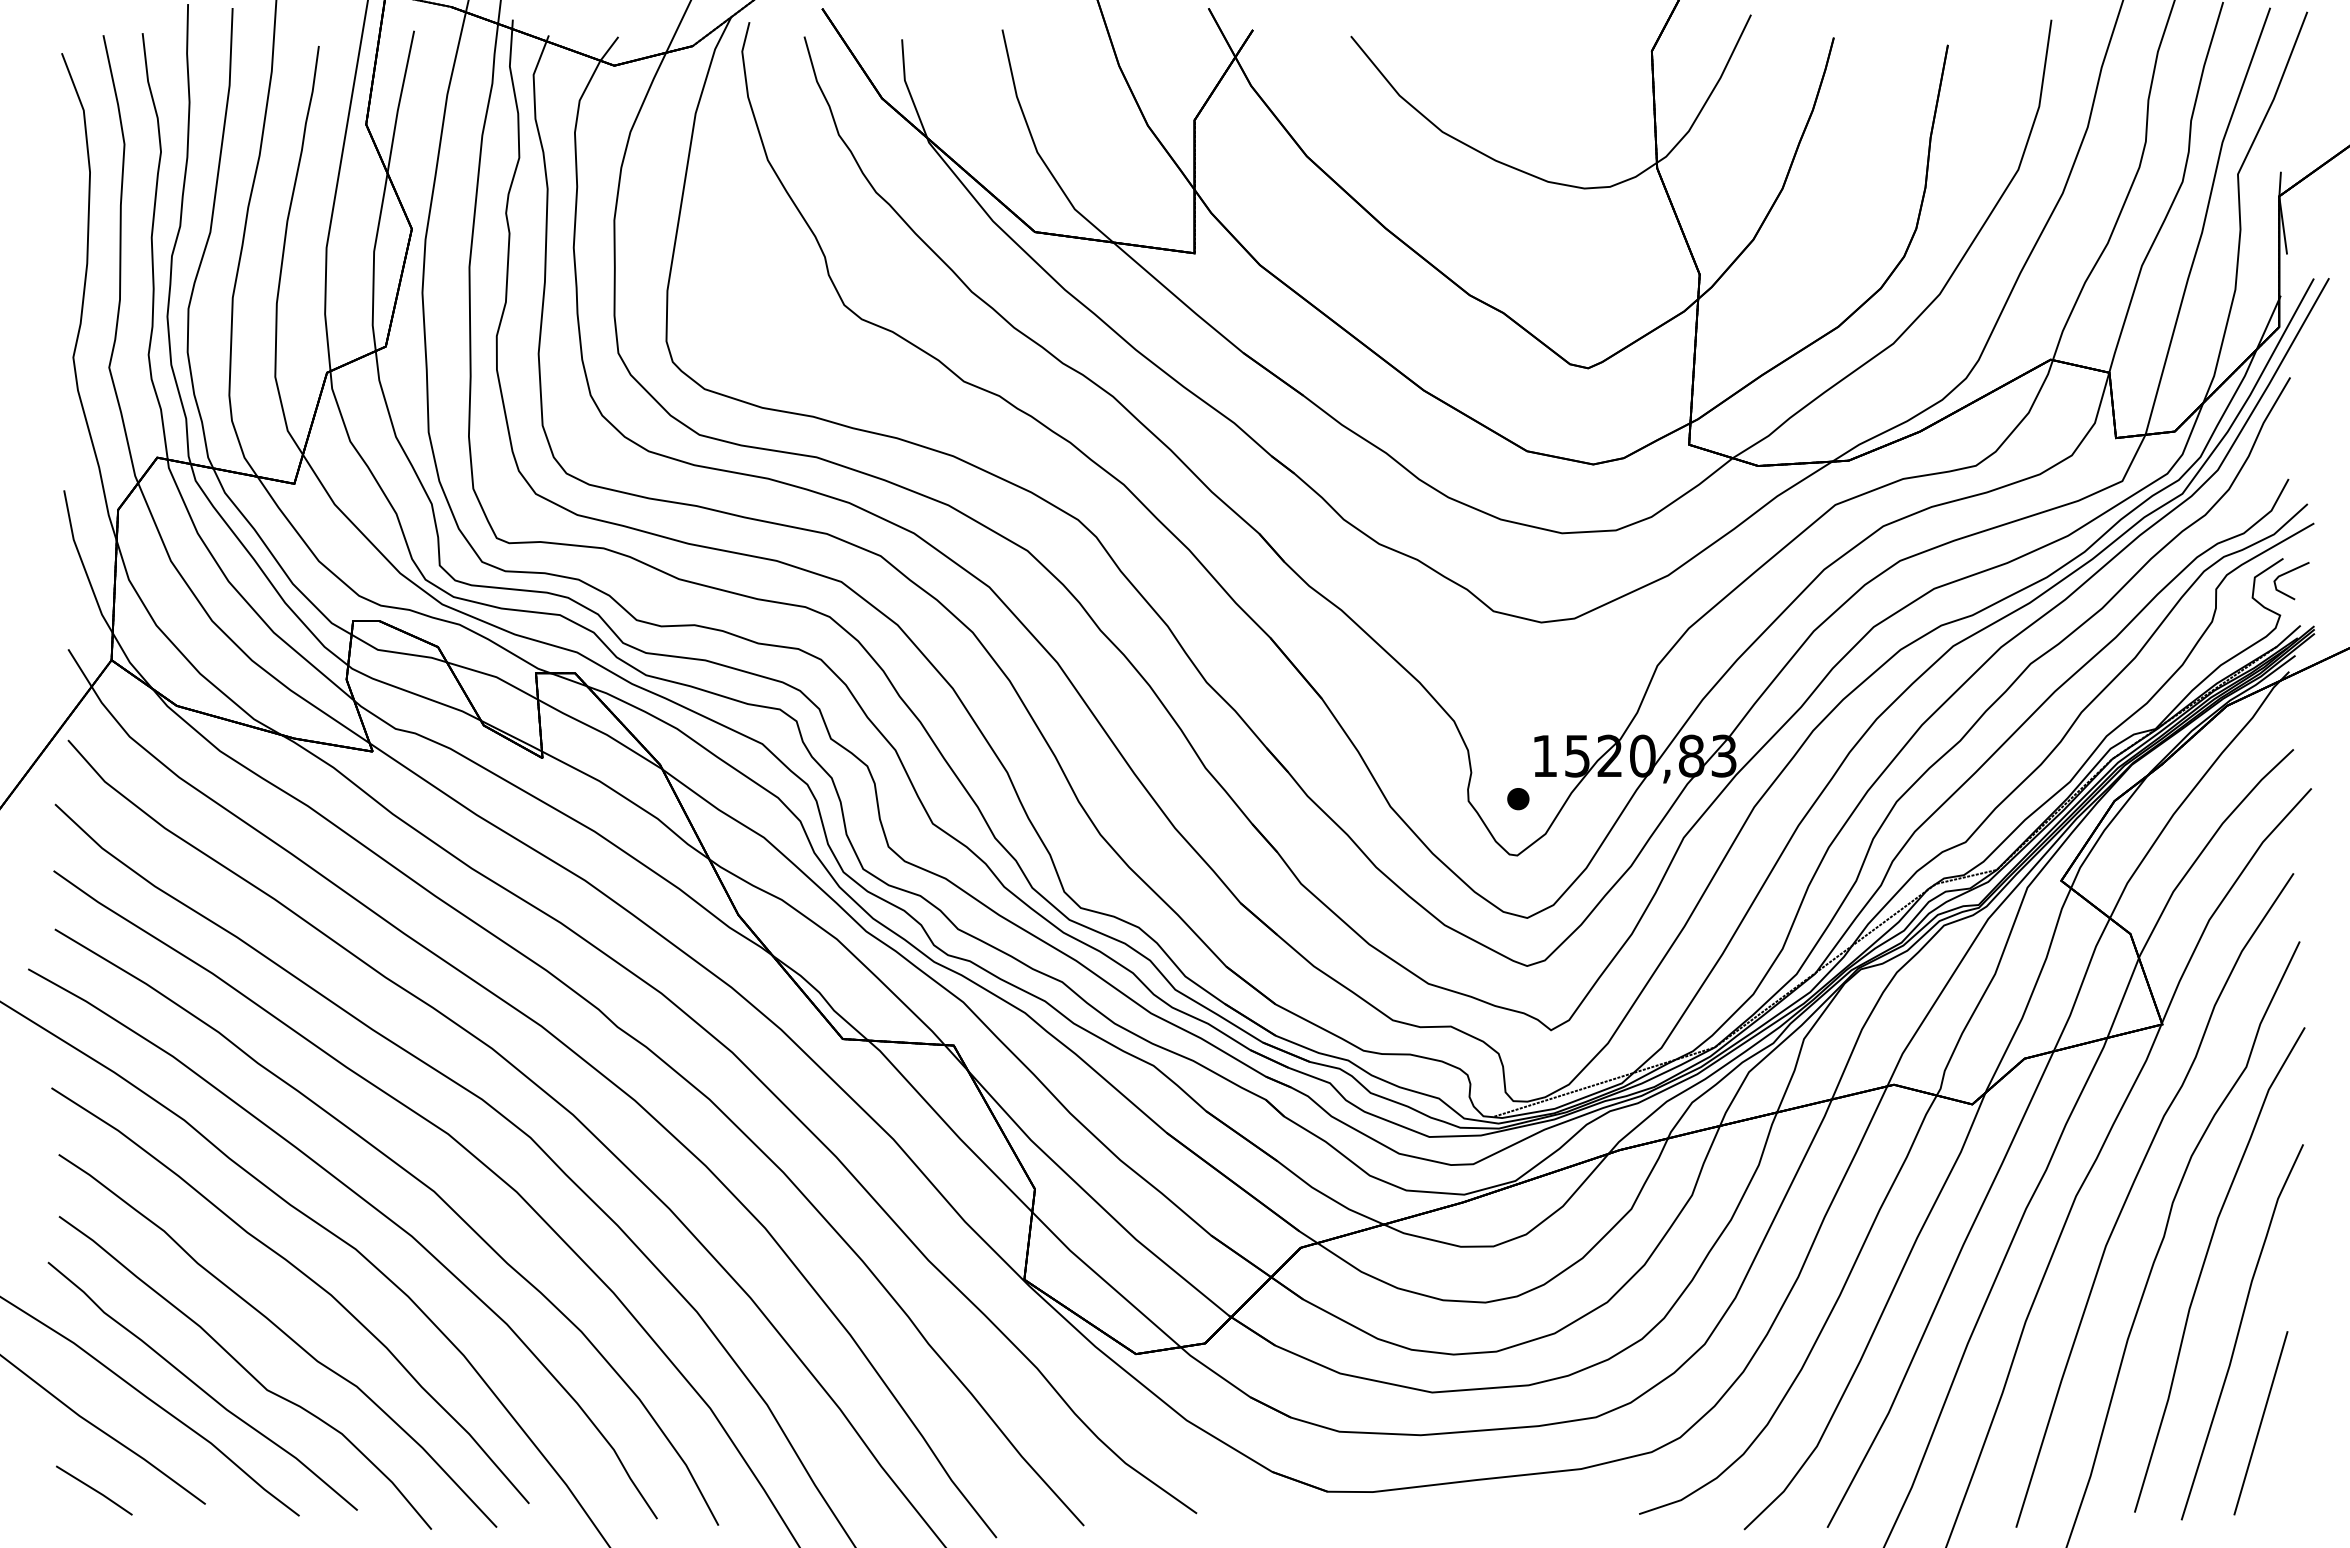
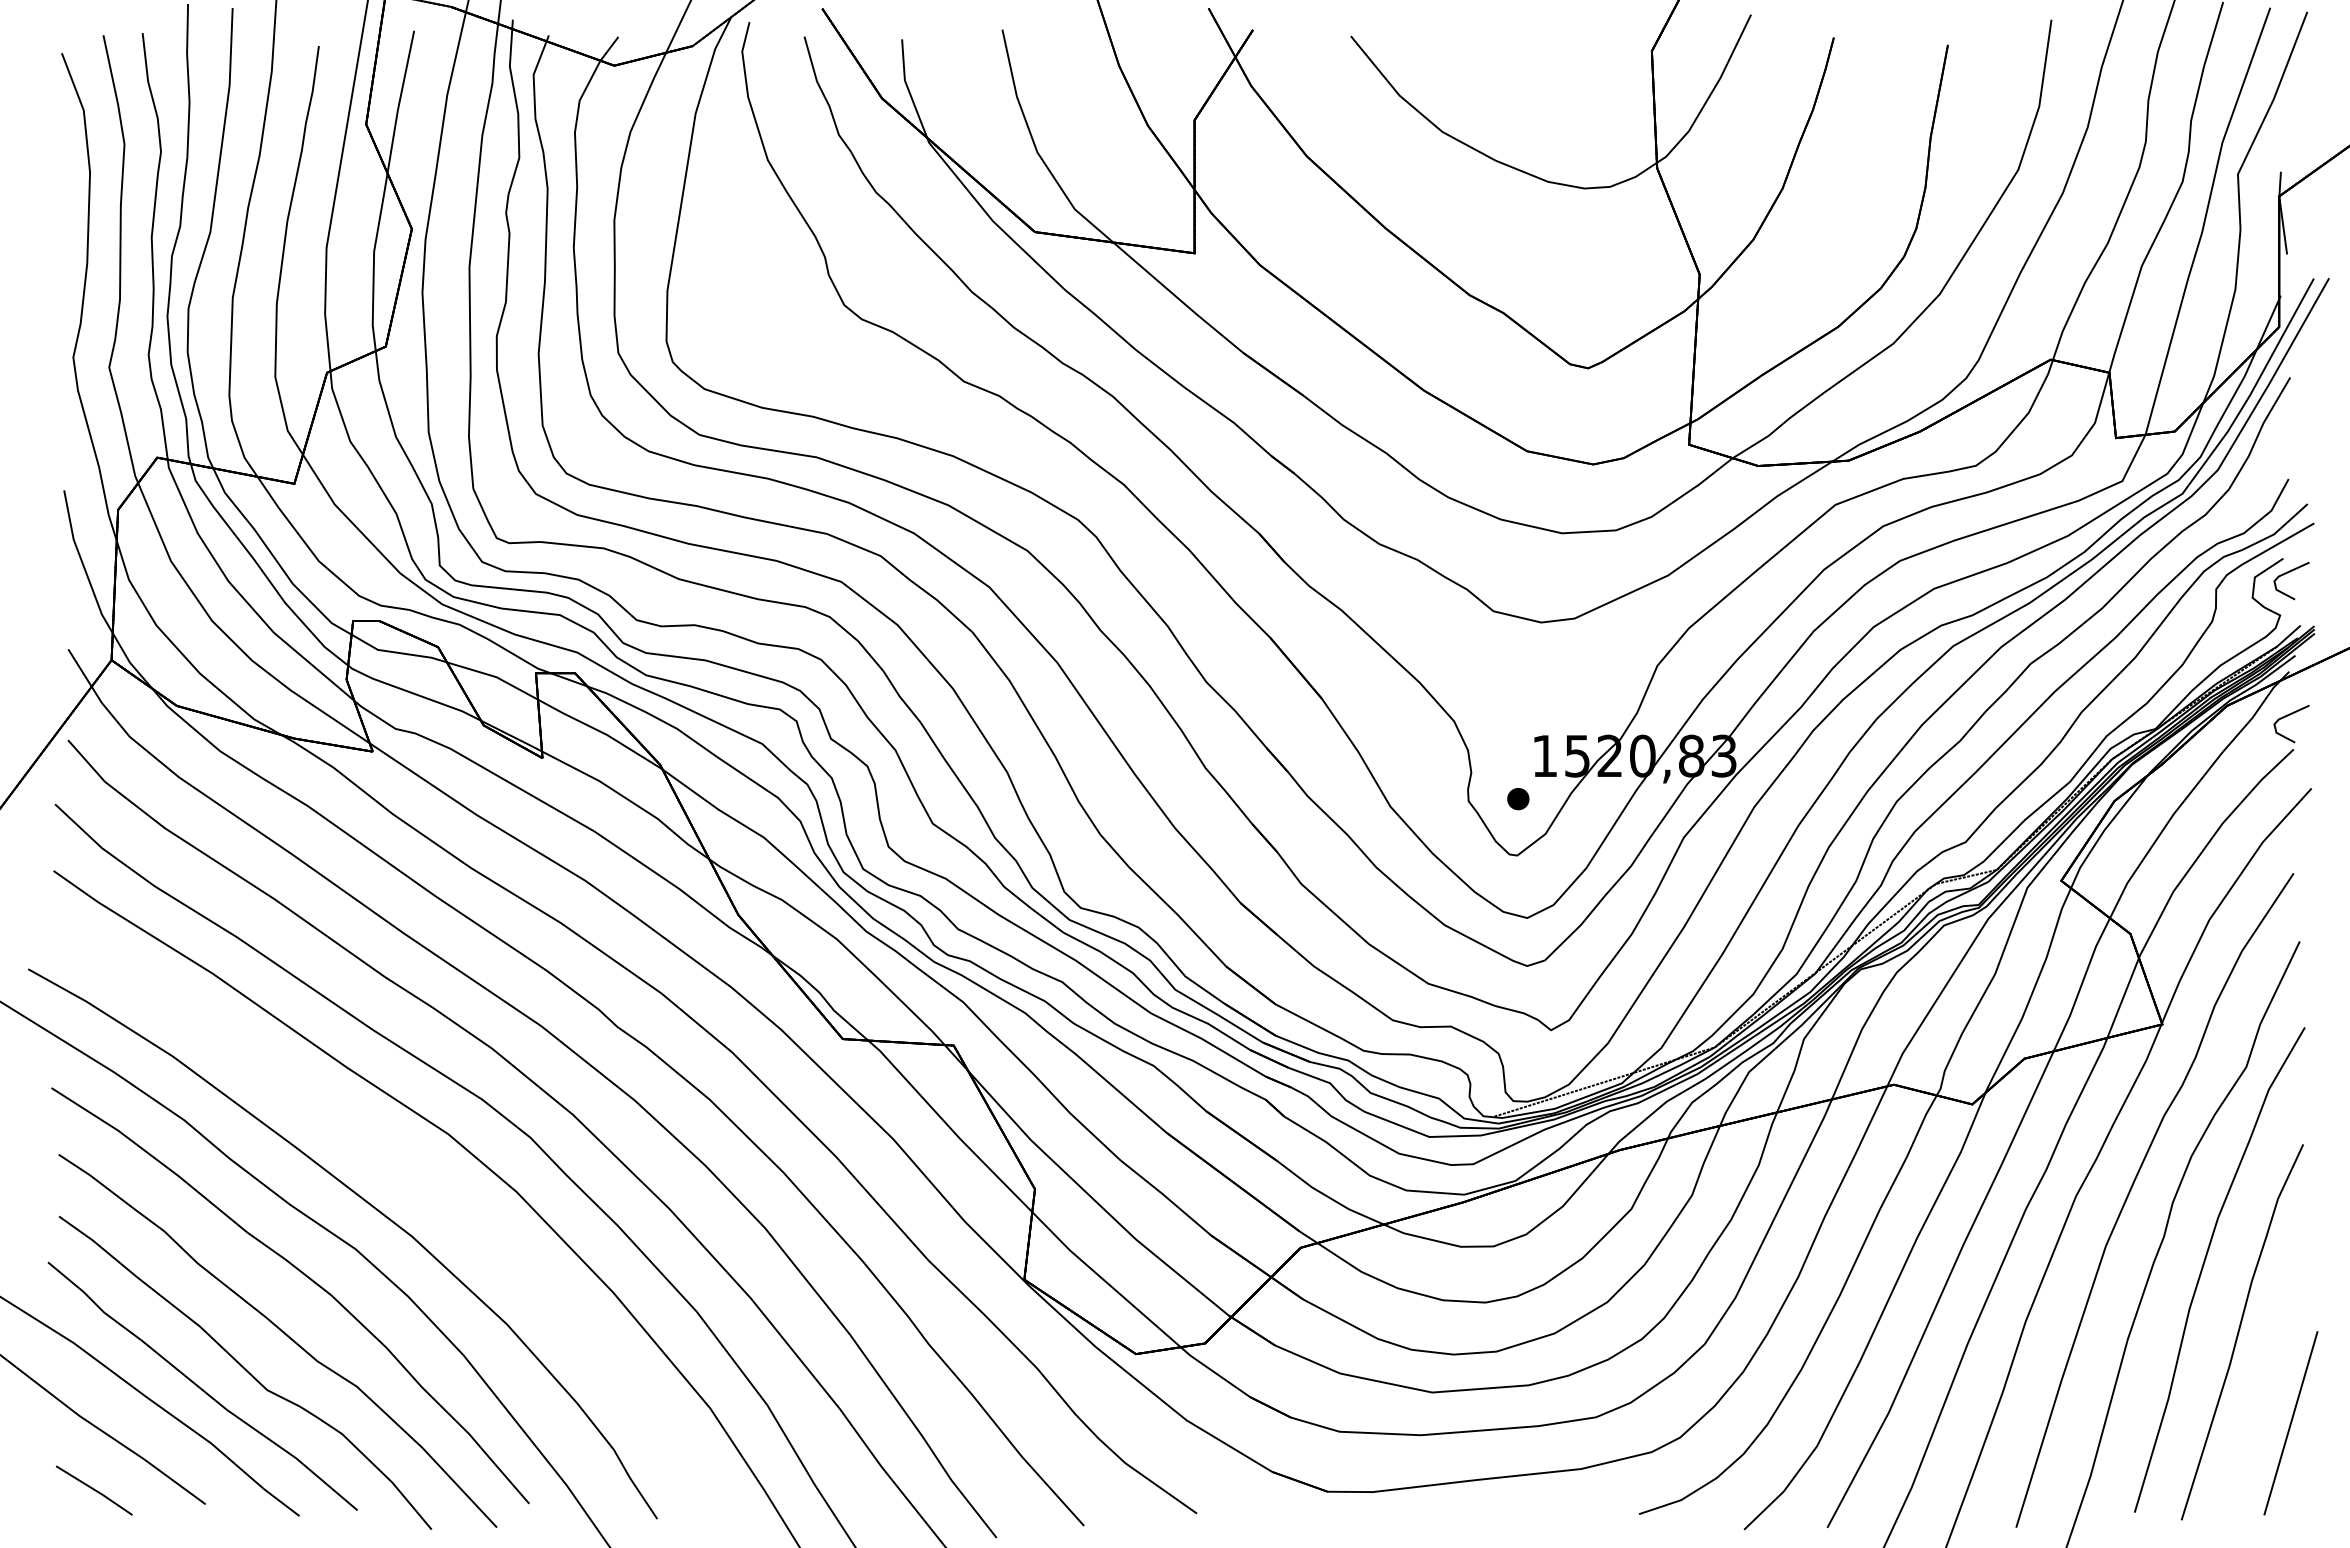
line at (2288, 716): none -> present
part at (418, 1181): present -> none
line at (2260, 1423) position: (2260, 1423) -> (2290, 1423)
